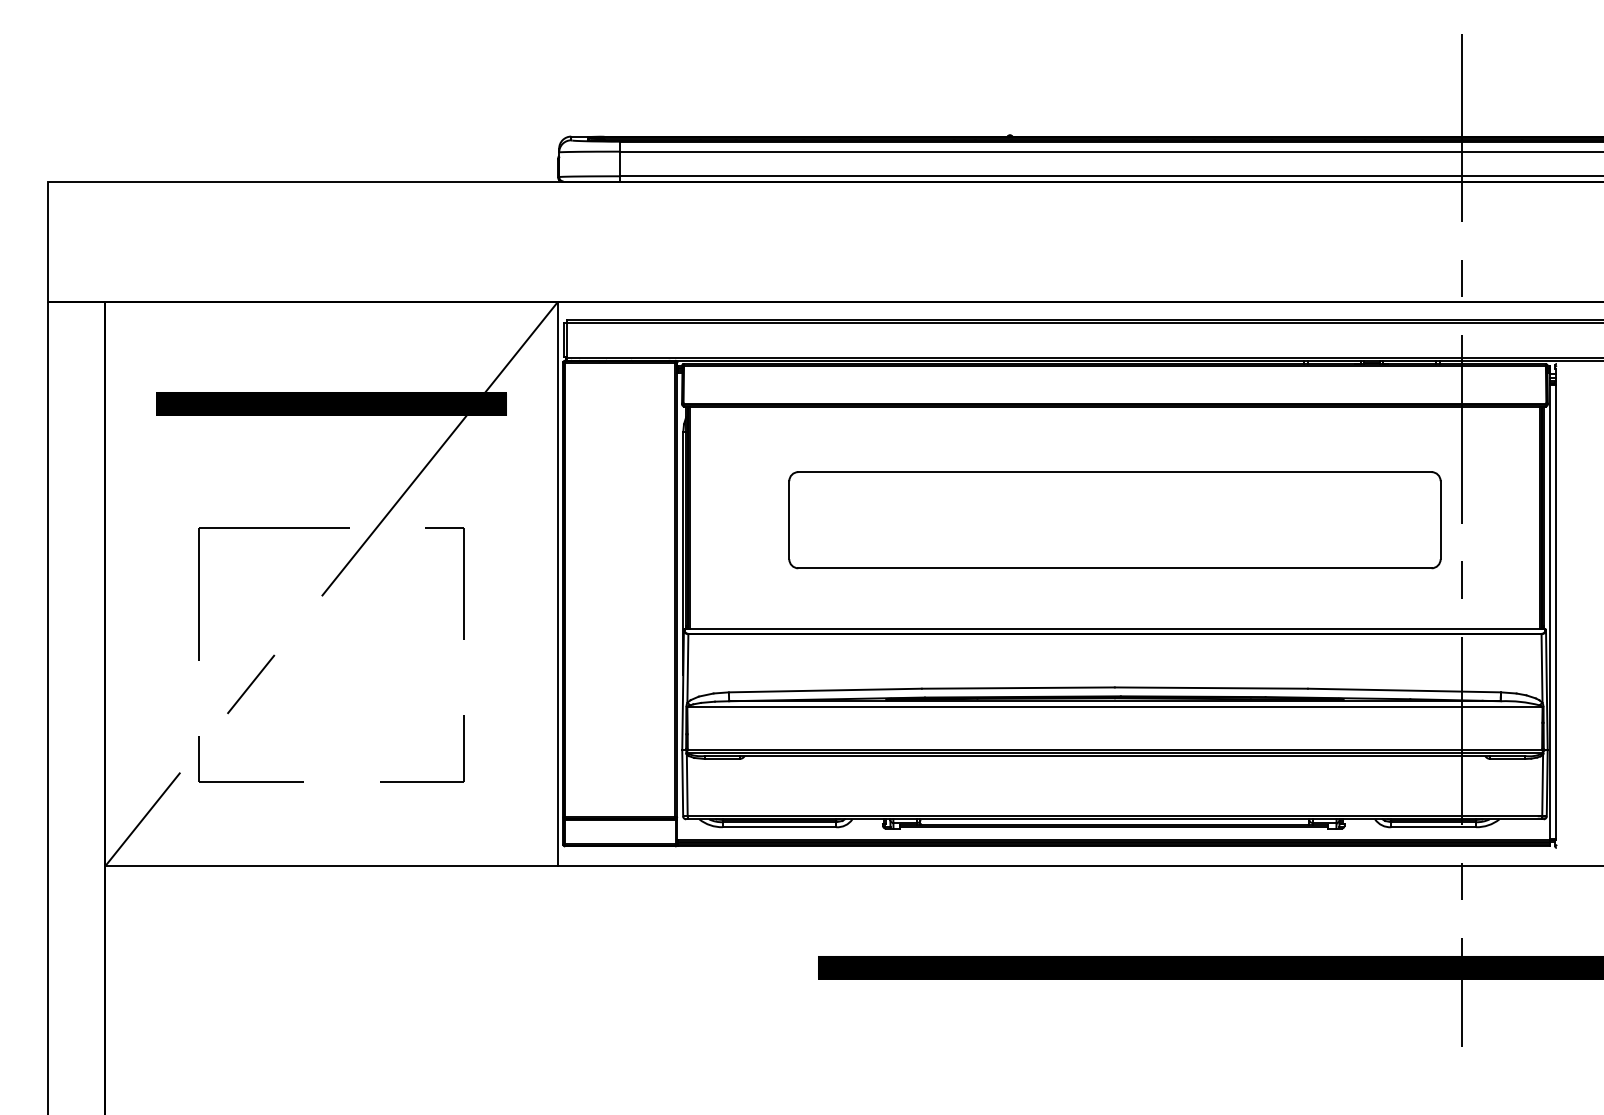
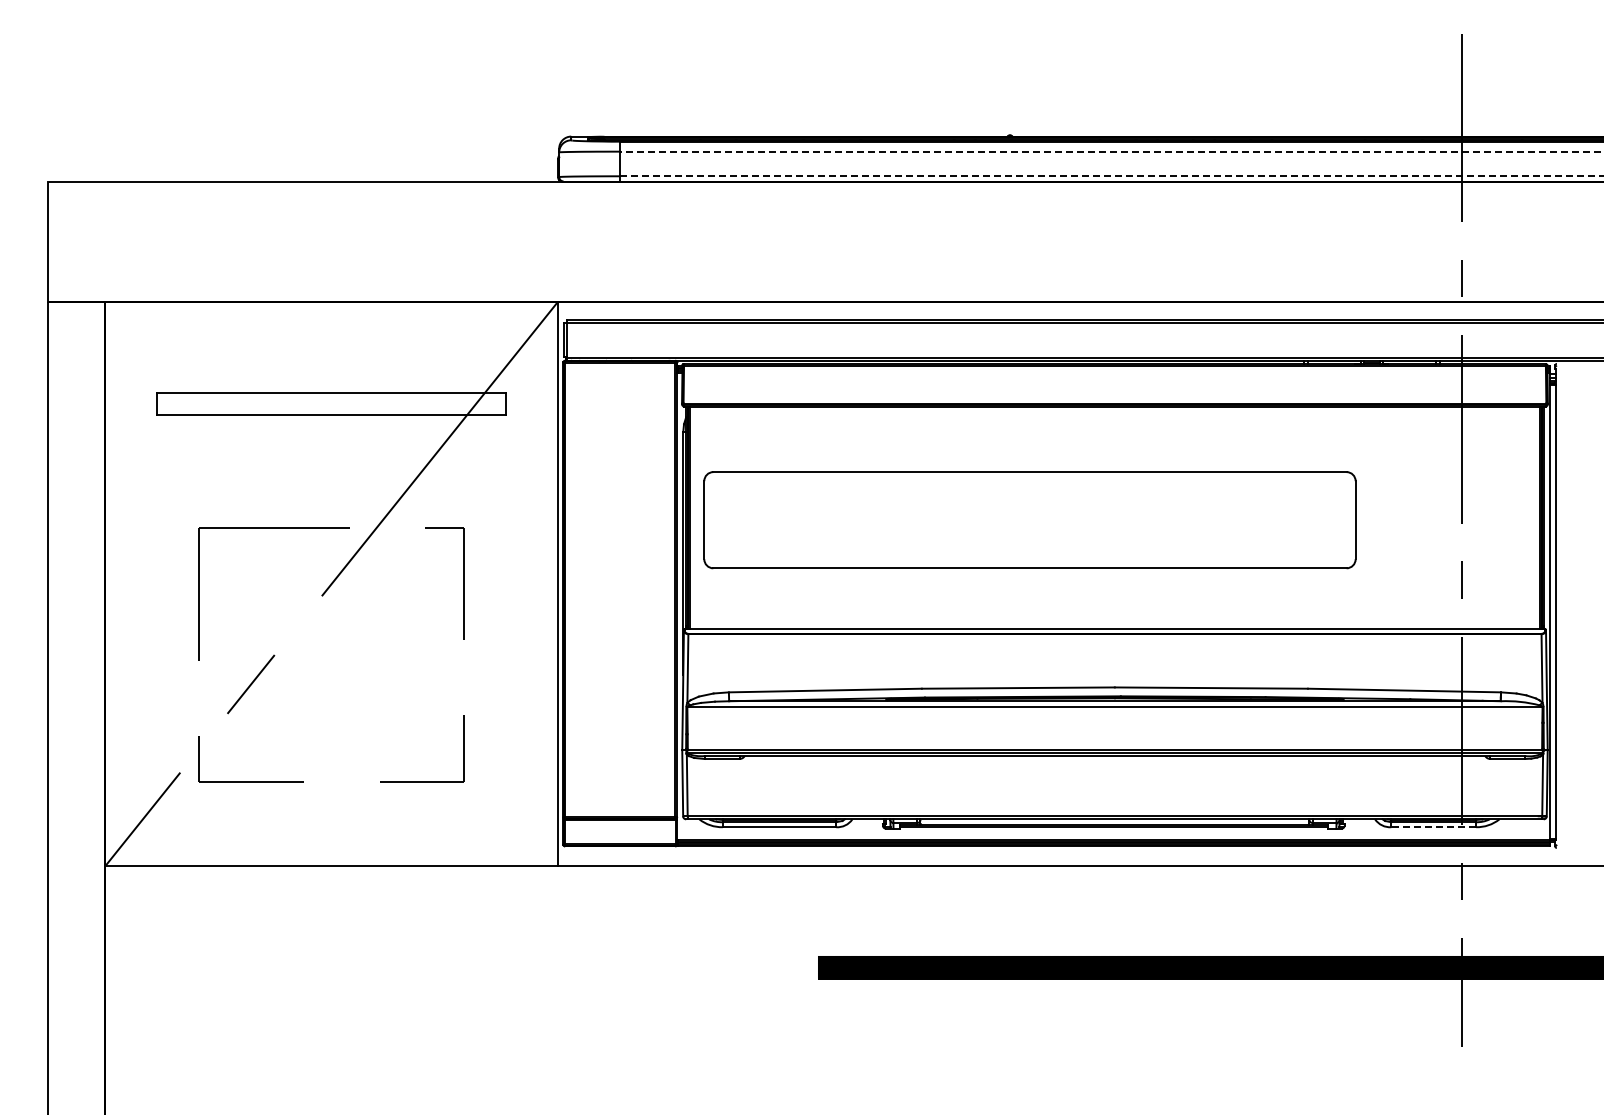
line at (1111, 151): solid -> dashed
line at (1111, 176): solid -> dashed
hatch at (331, 403): present -> none
part at (1114, 520) position: (1114, 520) -> (1029, 520)
line at (1433, 827): solid -> dashed
